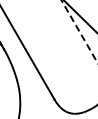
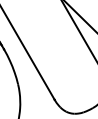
line at (79, 31): dashed -> solid
